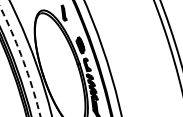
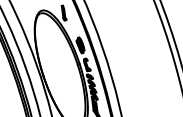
arc at (23, 60): dashed -> solid
